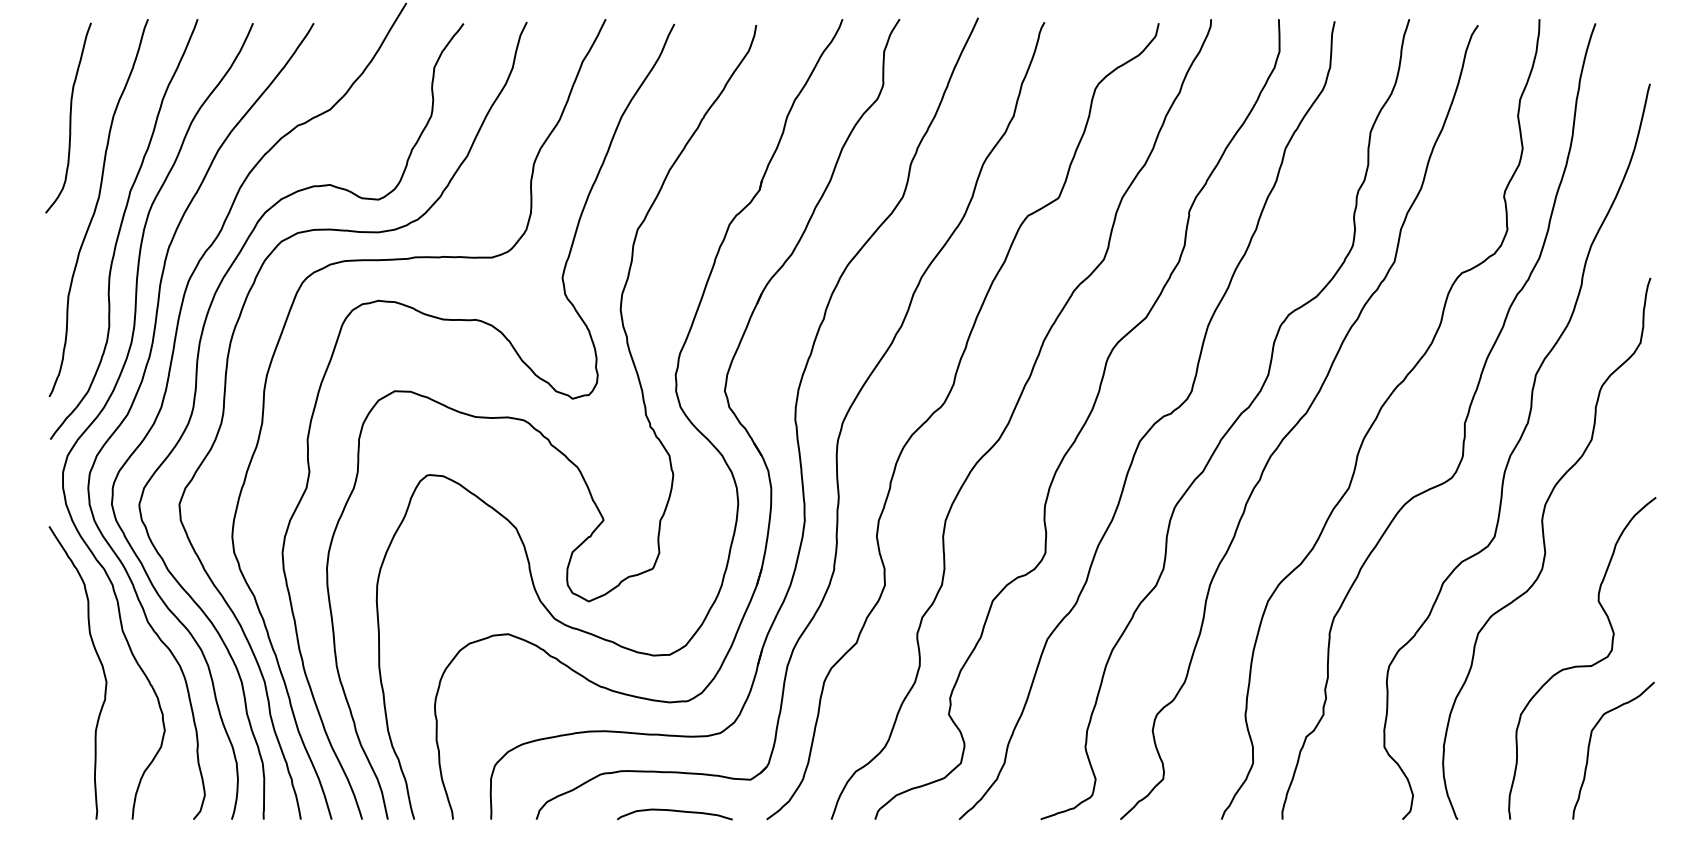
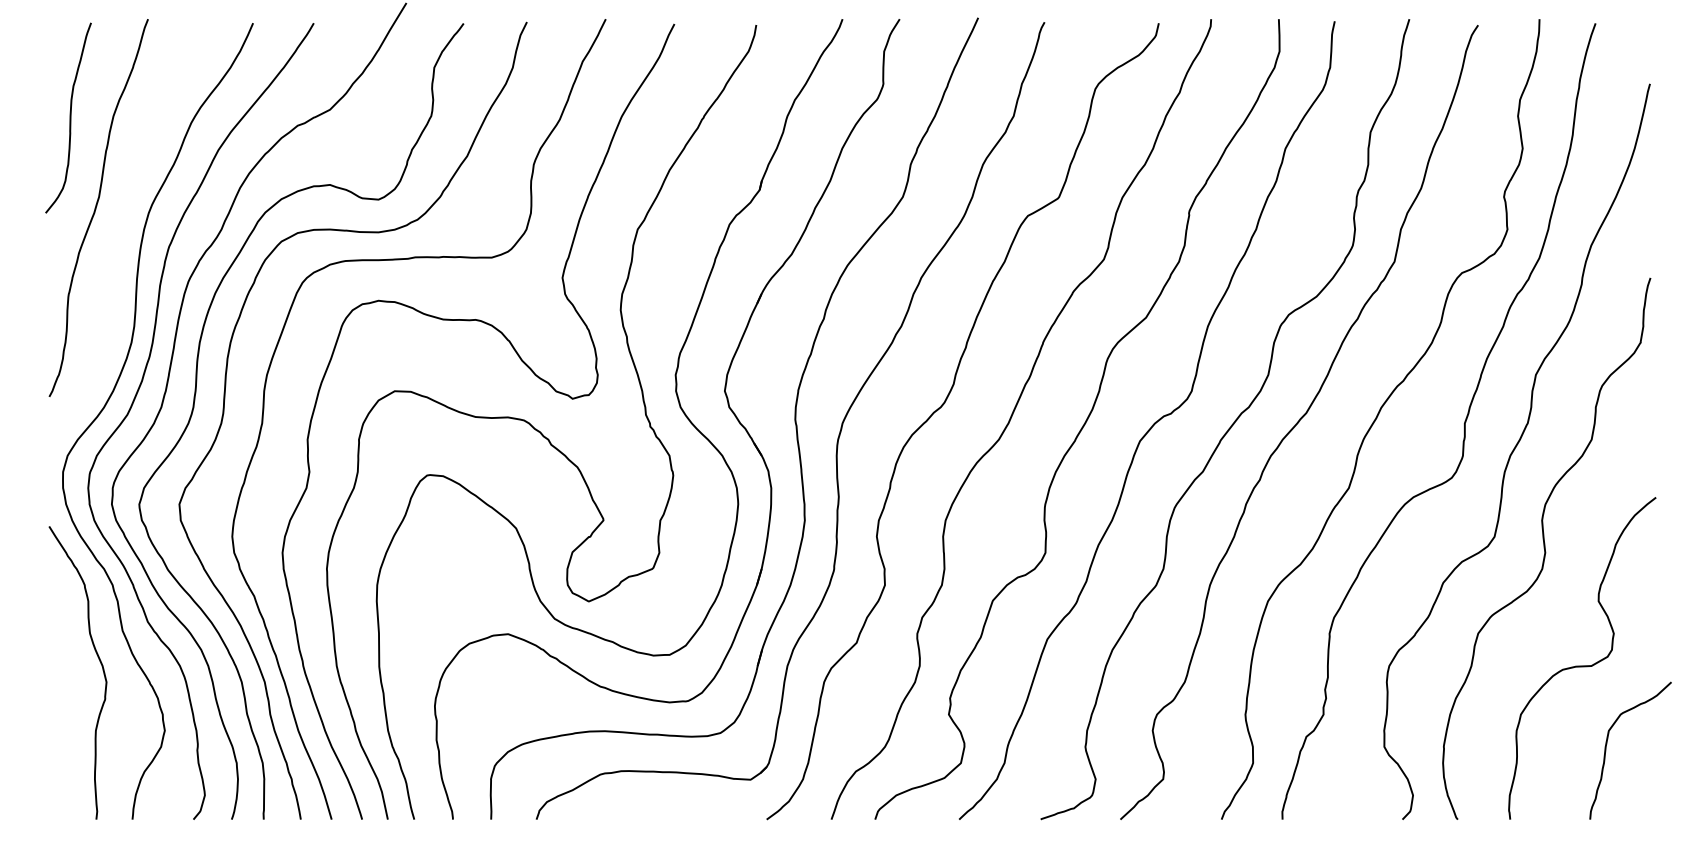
curve at (121, 228): present -> none
curve at (1590, 744) position: (1590, 744) -> (1607, 744)
curve at (674, 811): present -> none
